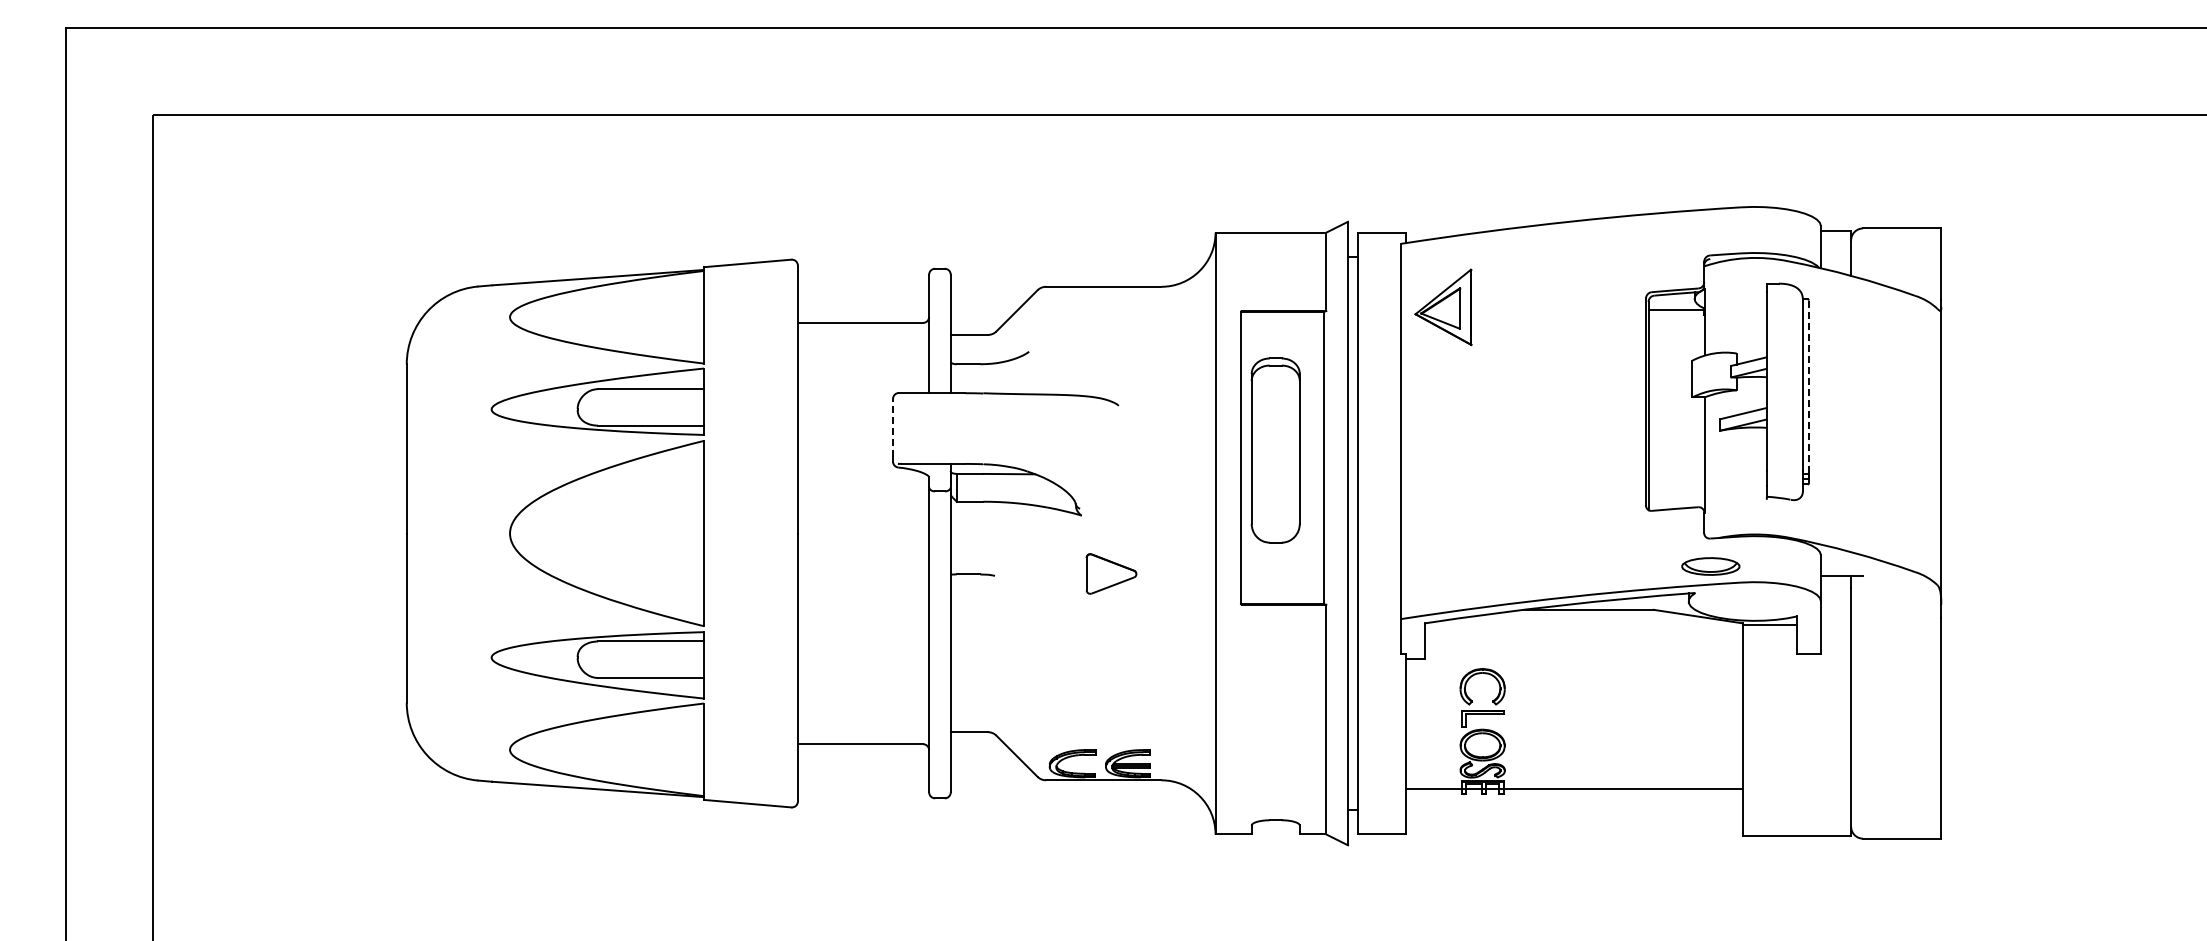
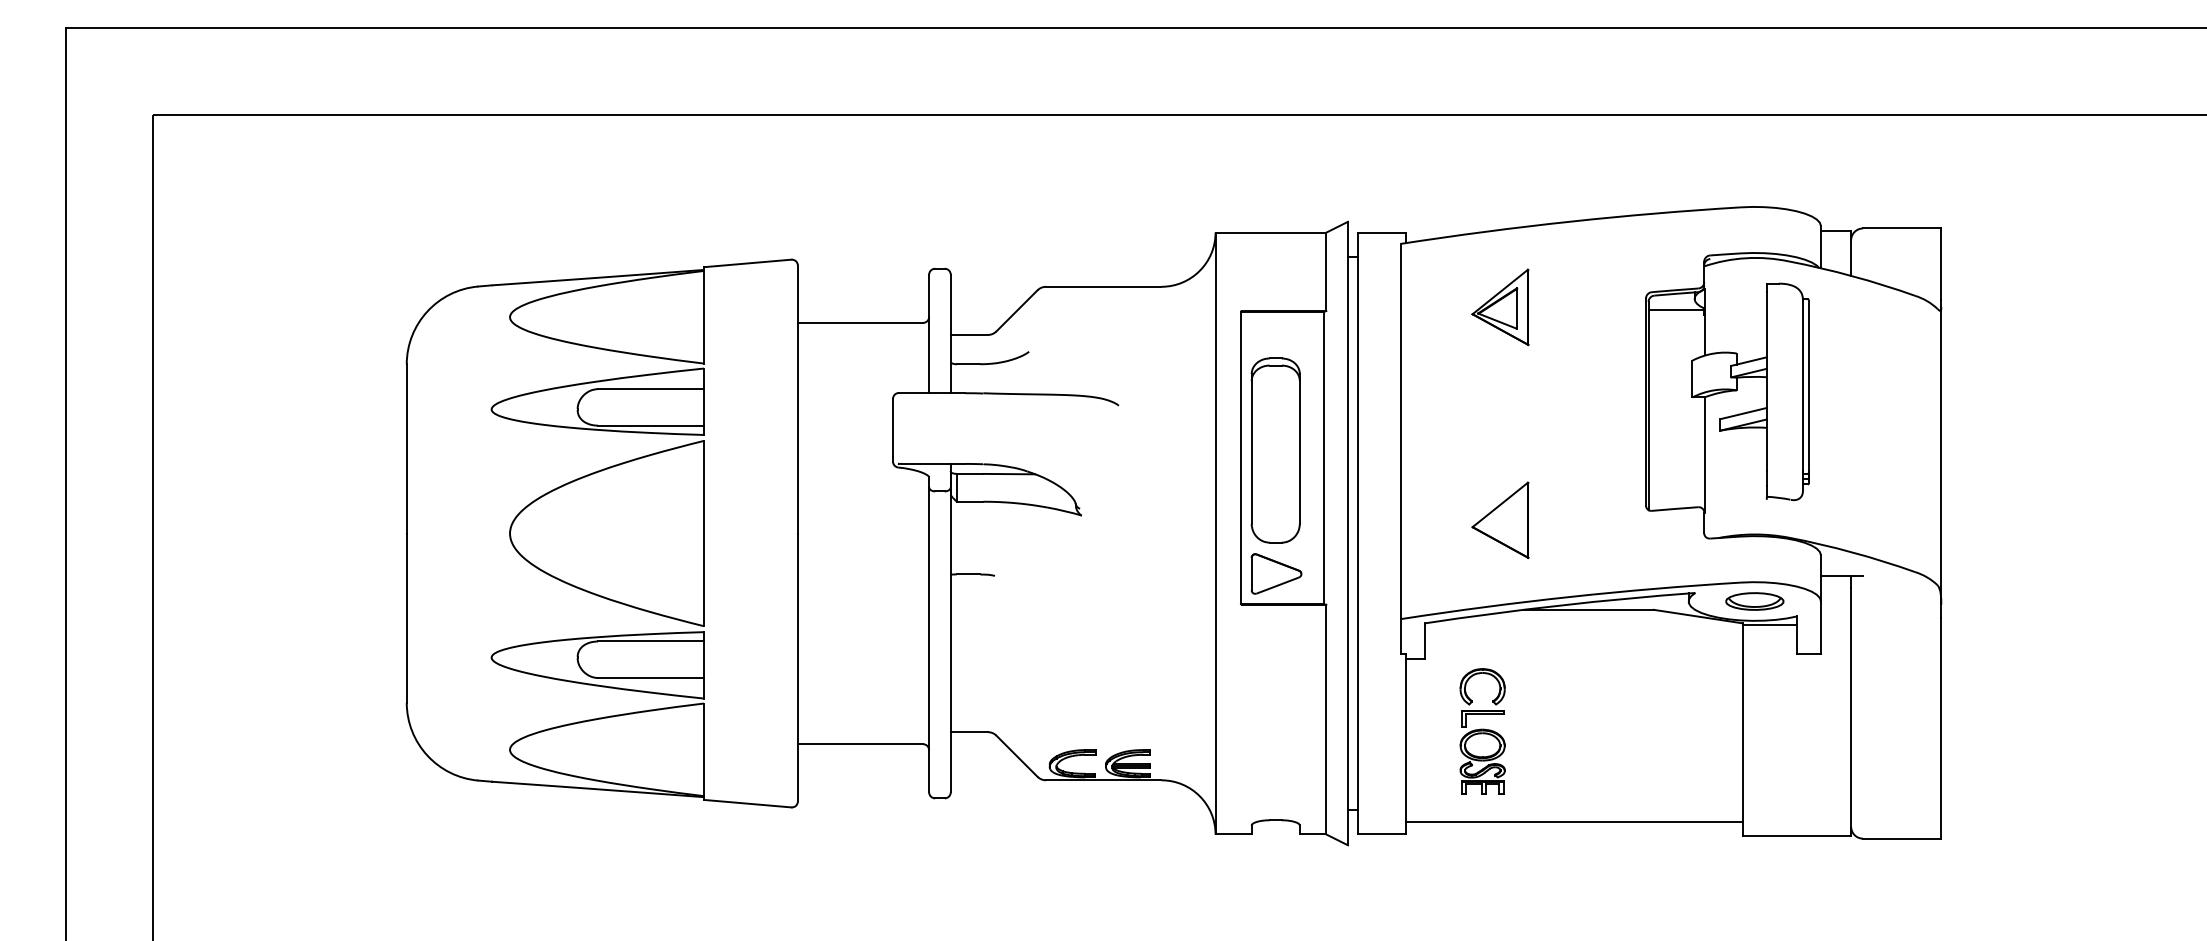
part at (1443, 307) position: (1443, 307) -> (1500, 307)
line at (1808, 386): dashed -> solid
line at (893, 427): dashed -> solid
part at (1500, 520): none -> present
part at (1710, 566) position: (1710, 566) -> (1754, 601)
part at (1111, 573) position: (1111, 573) -> (1276, 573)
line at (1573, 789) position: (1573, 789) -> (1573, 822)
